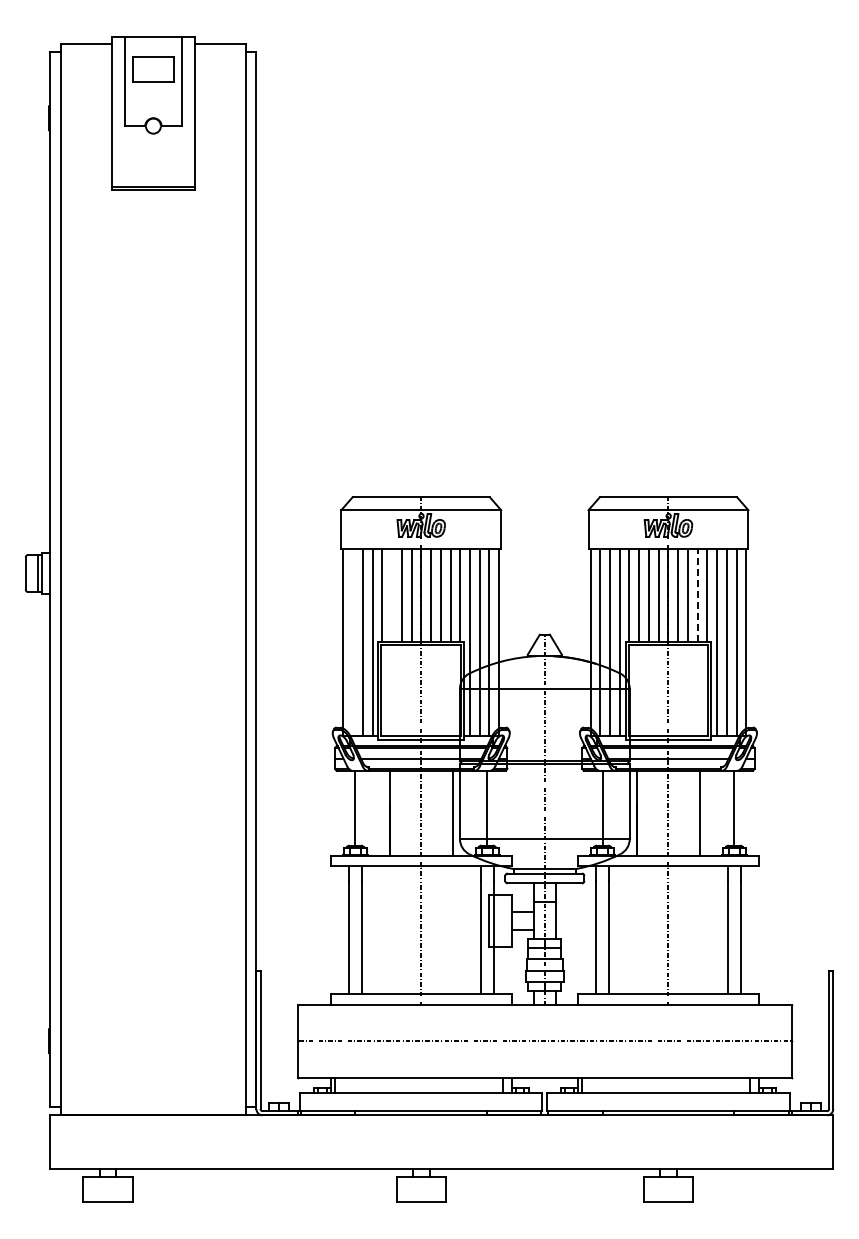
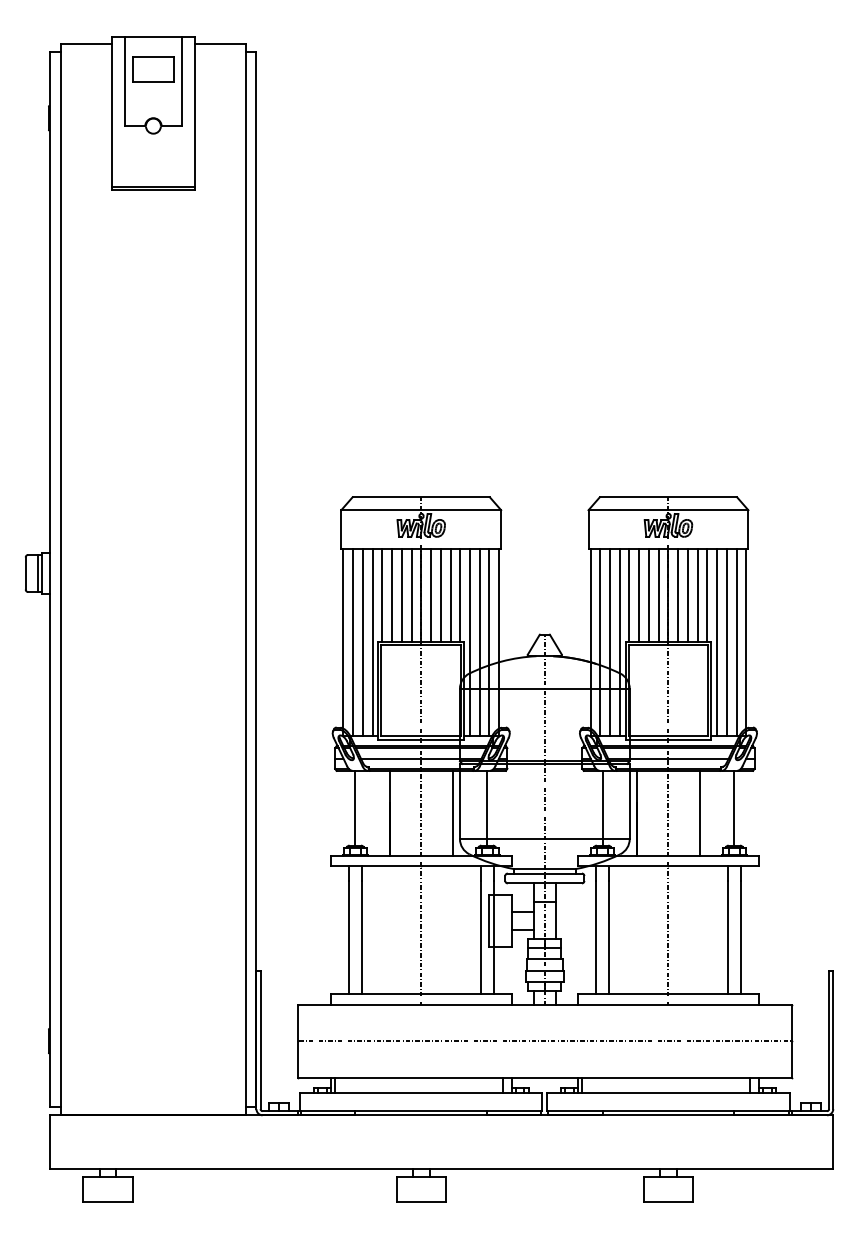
line at (697, 594): dashed -> solid
line at (392, 595): none -> present
line at (353, 642): none -> present
